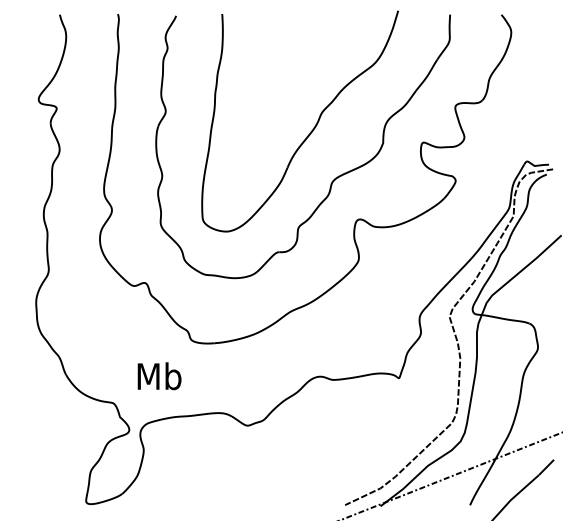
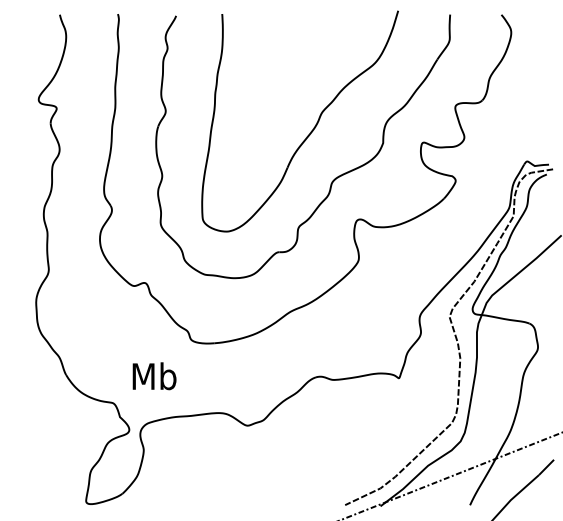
text at (159, 376) position: (159, 376) -> (154, 376)
